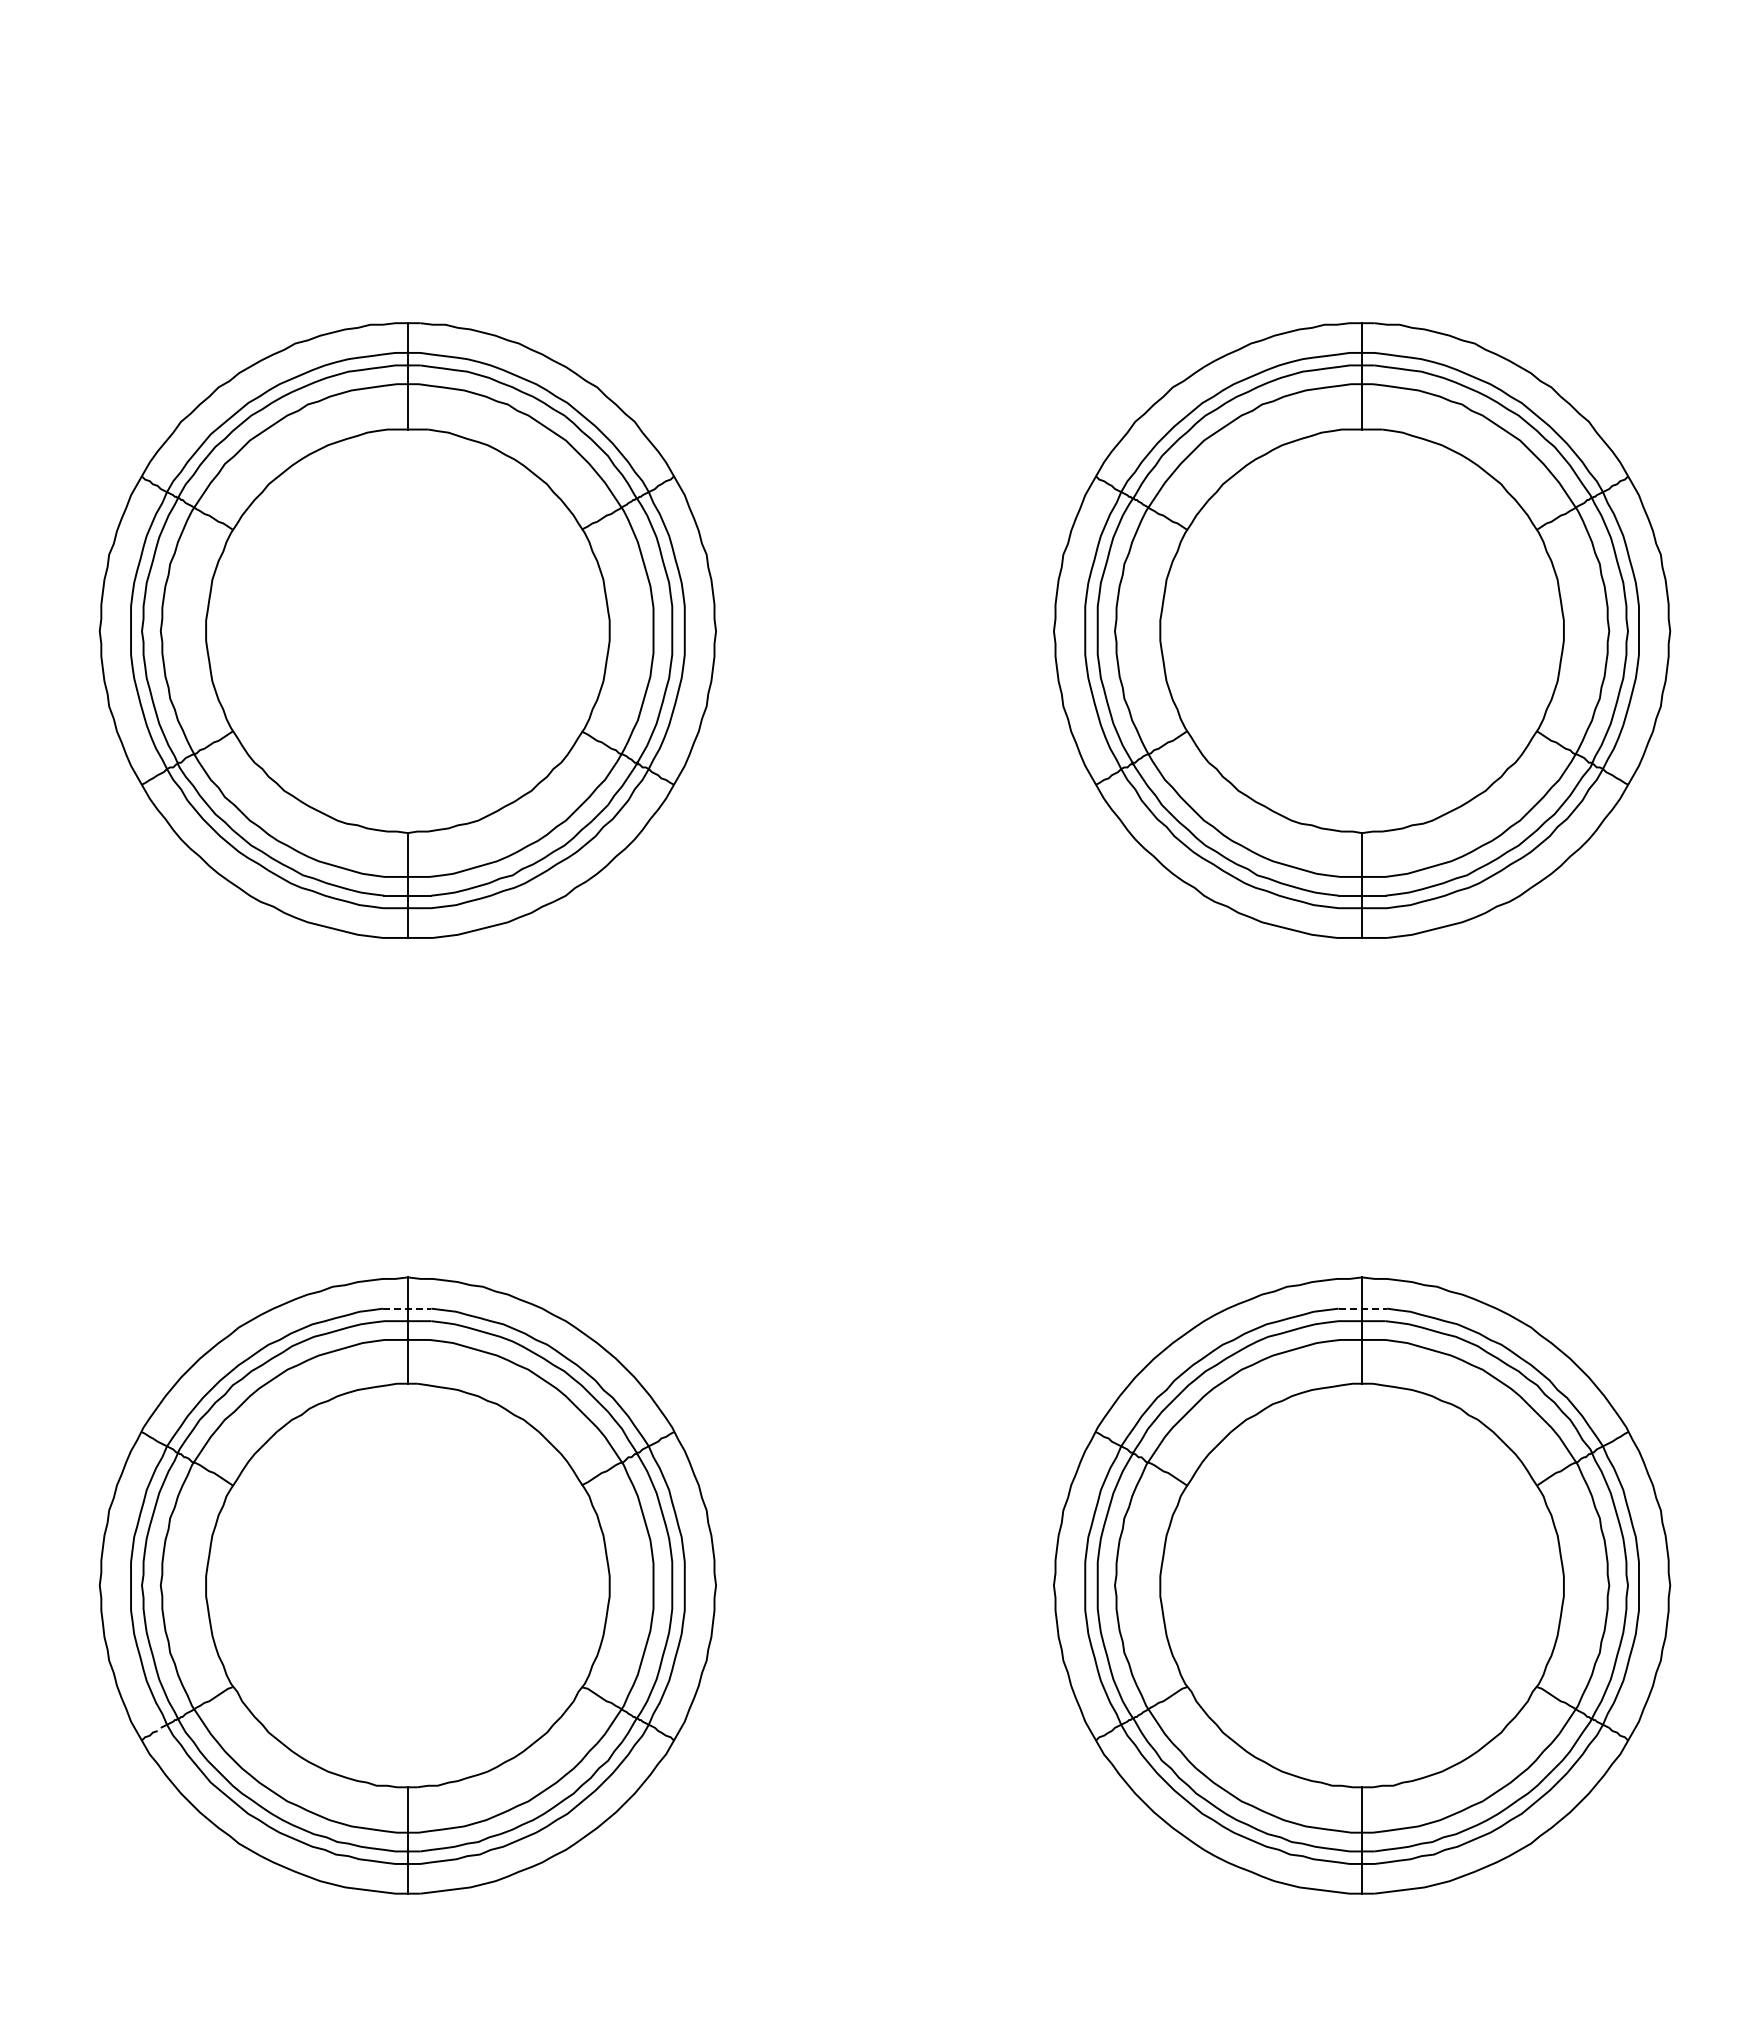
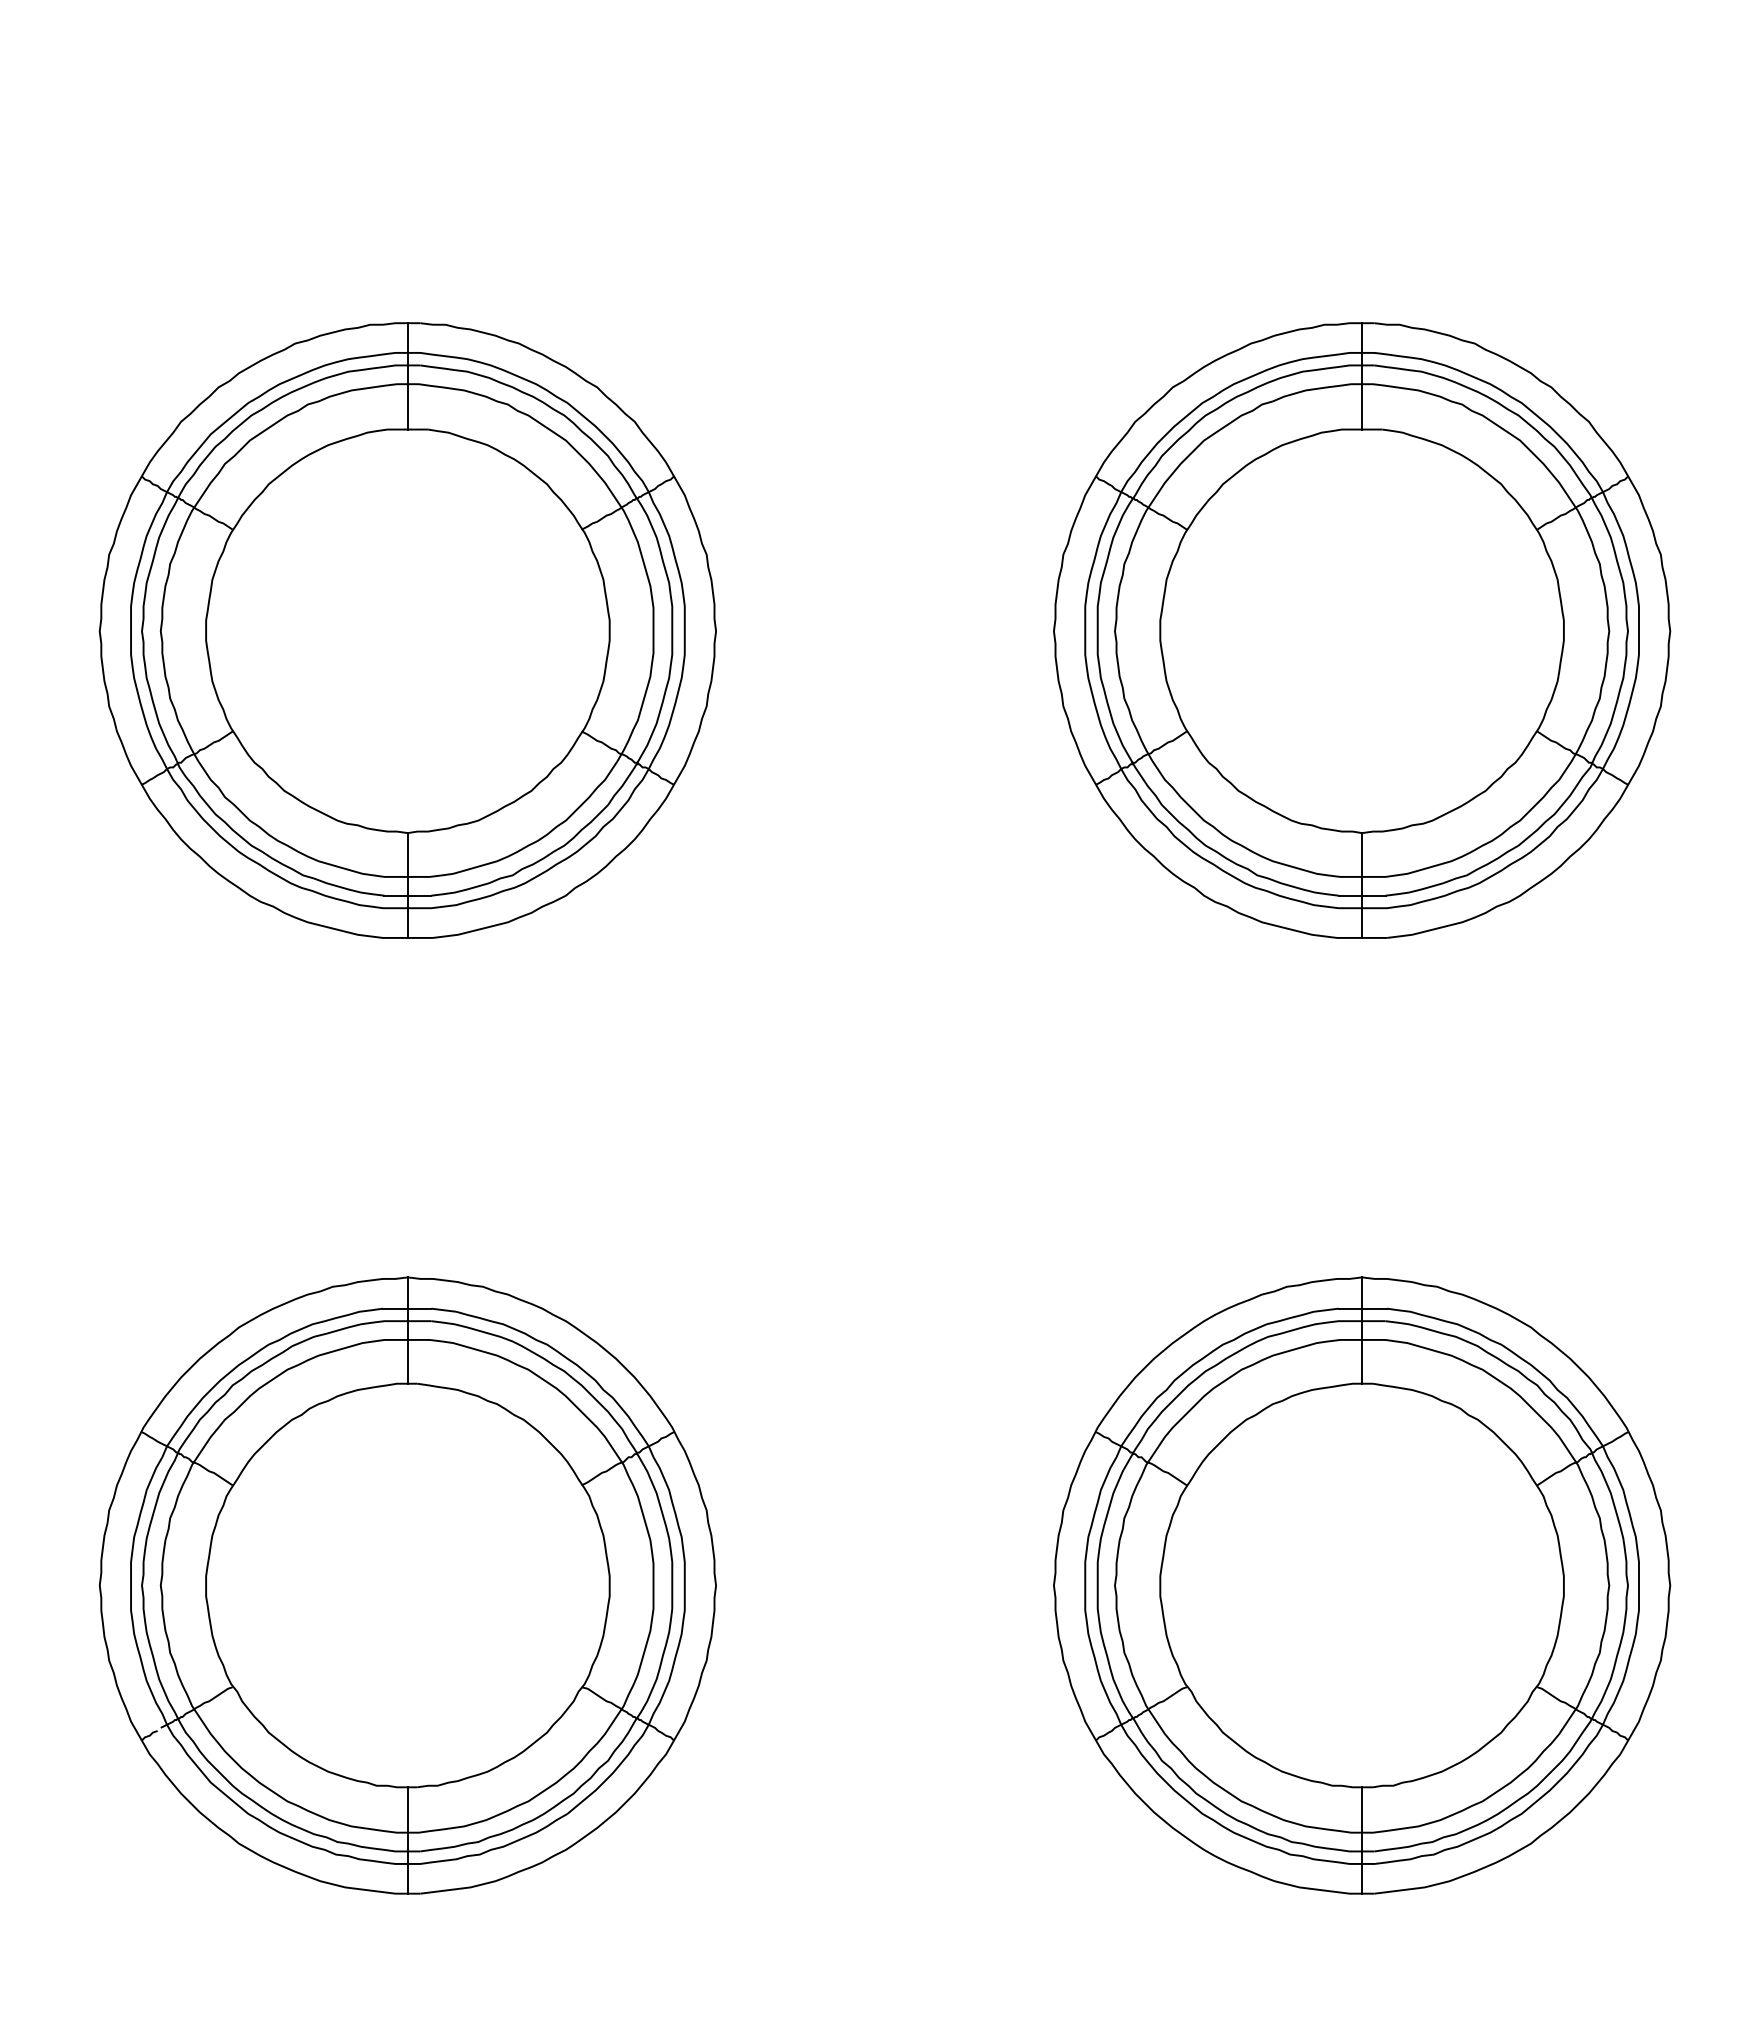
line at (407, 1308): dashed -> solid
line at (1363, 1308): dashed -> solid
